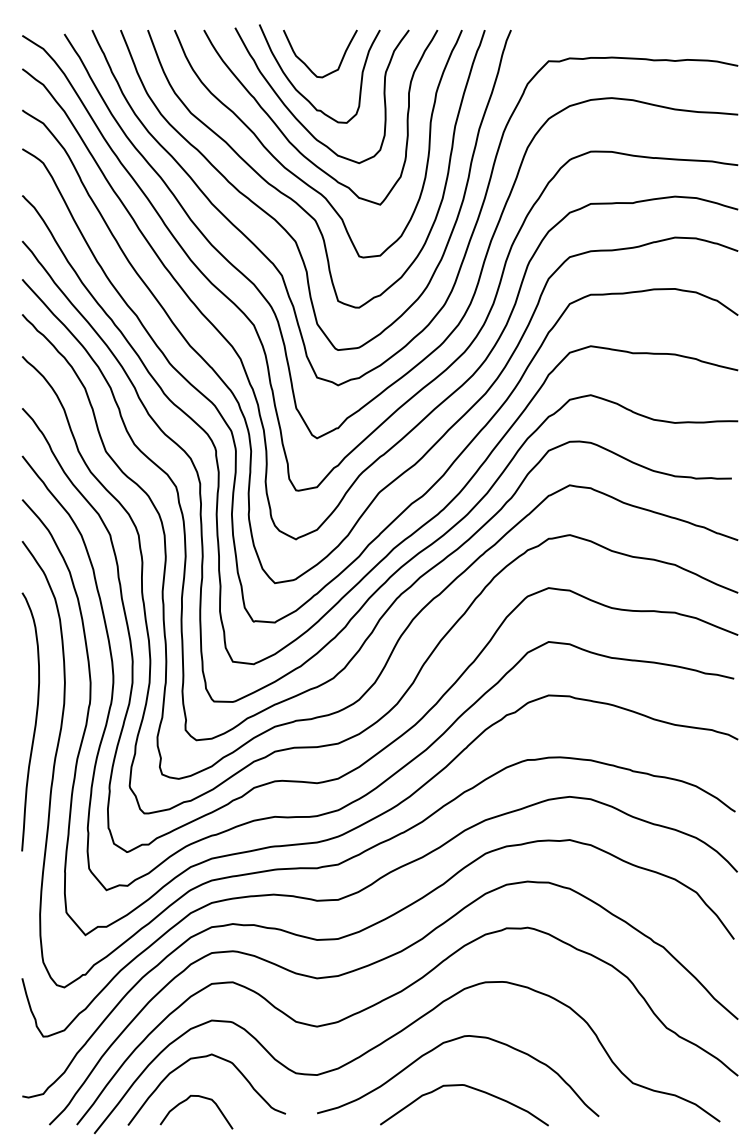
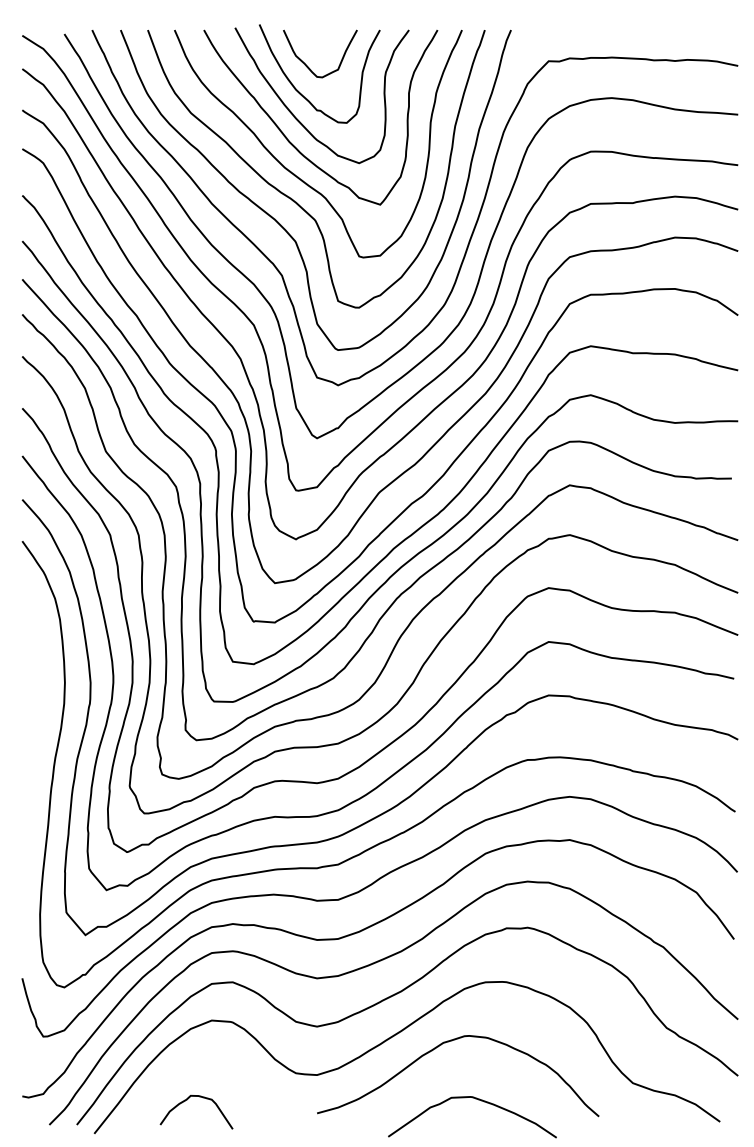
curve at (35, 721): present -> none
curve at (200, 1058): present -> none
curve at (470, 1088) position: (470, 1088) -> (478, 1100)
